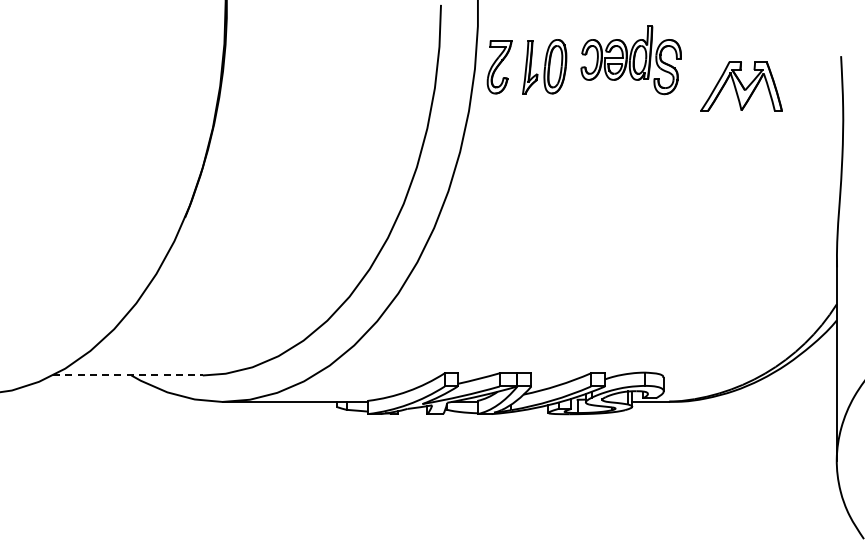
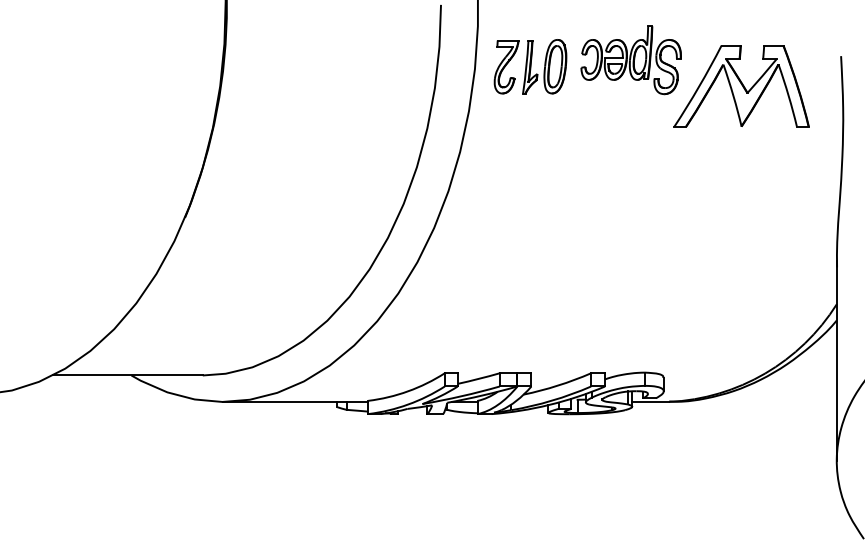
part at (499, 67) position: (499, 67) -> (506, 67)
part at (741, 86) size: 83x51 px -> 137x83 px
line at (127, 375): dashed -> solid
